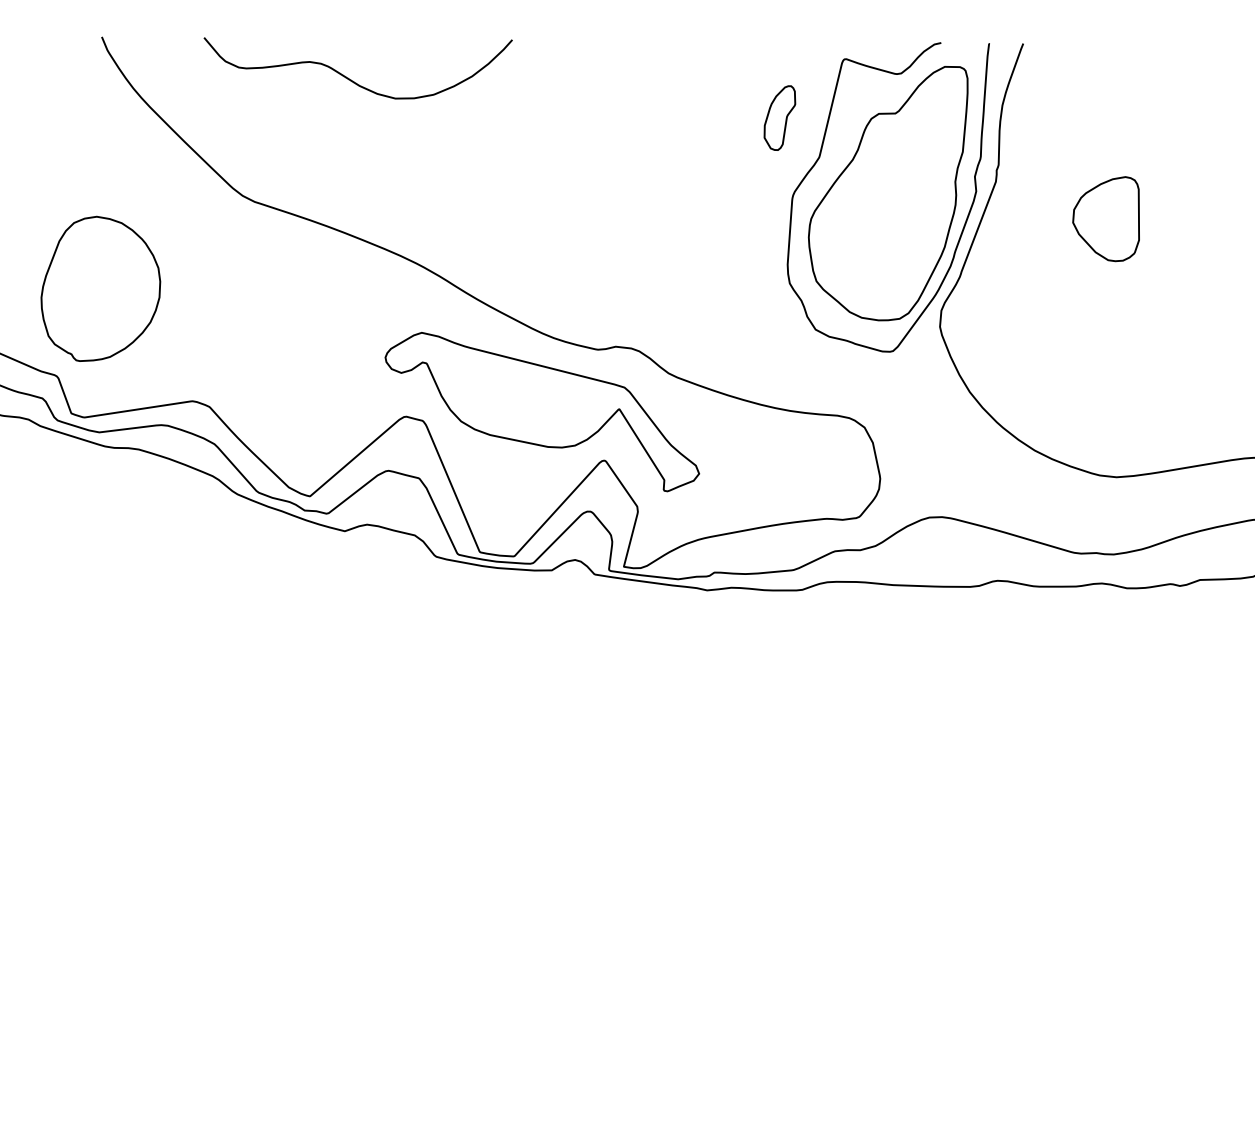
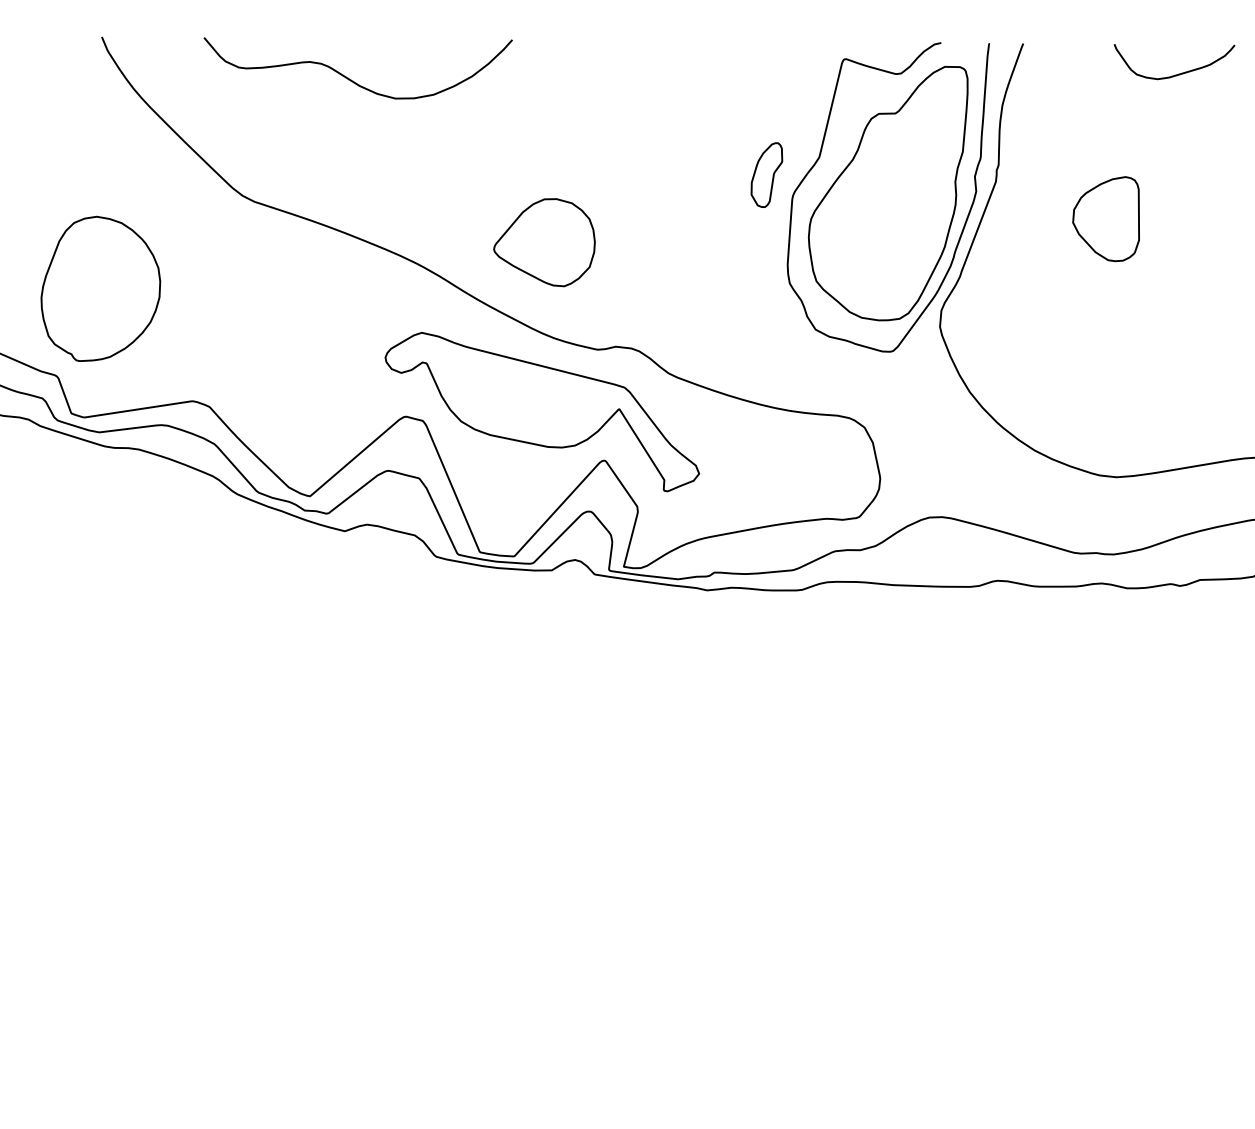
curve at (1178, 73): none -> present
part at (779, 117) position: (779, 117) -> (766, 174)
part at (544, 242): none -> present
